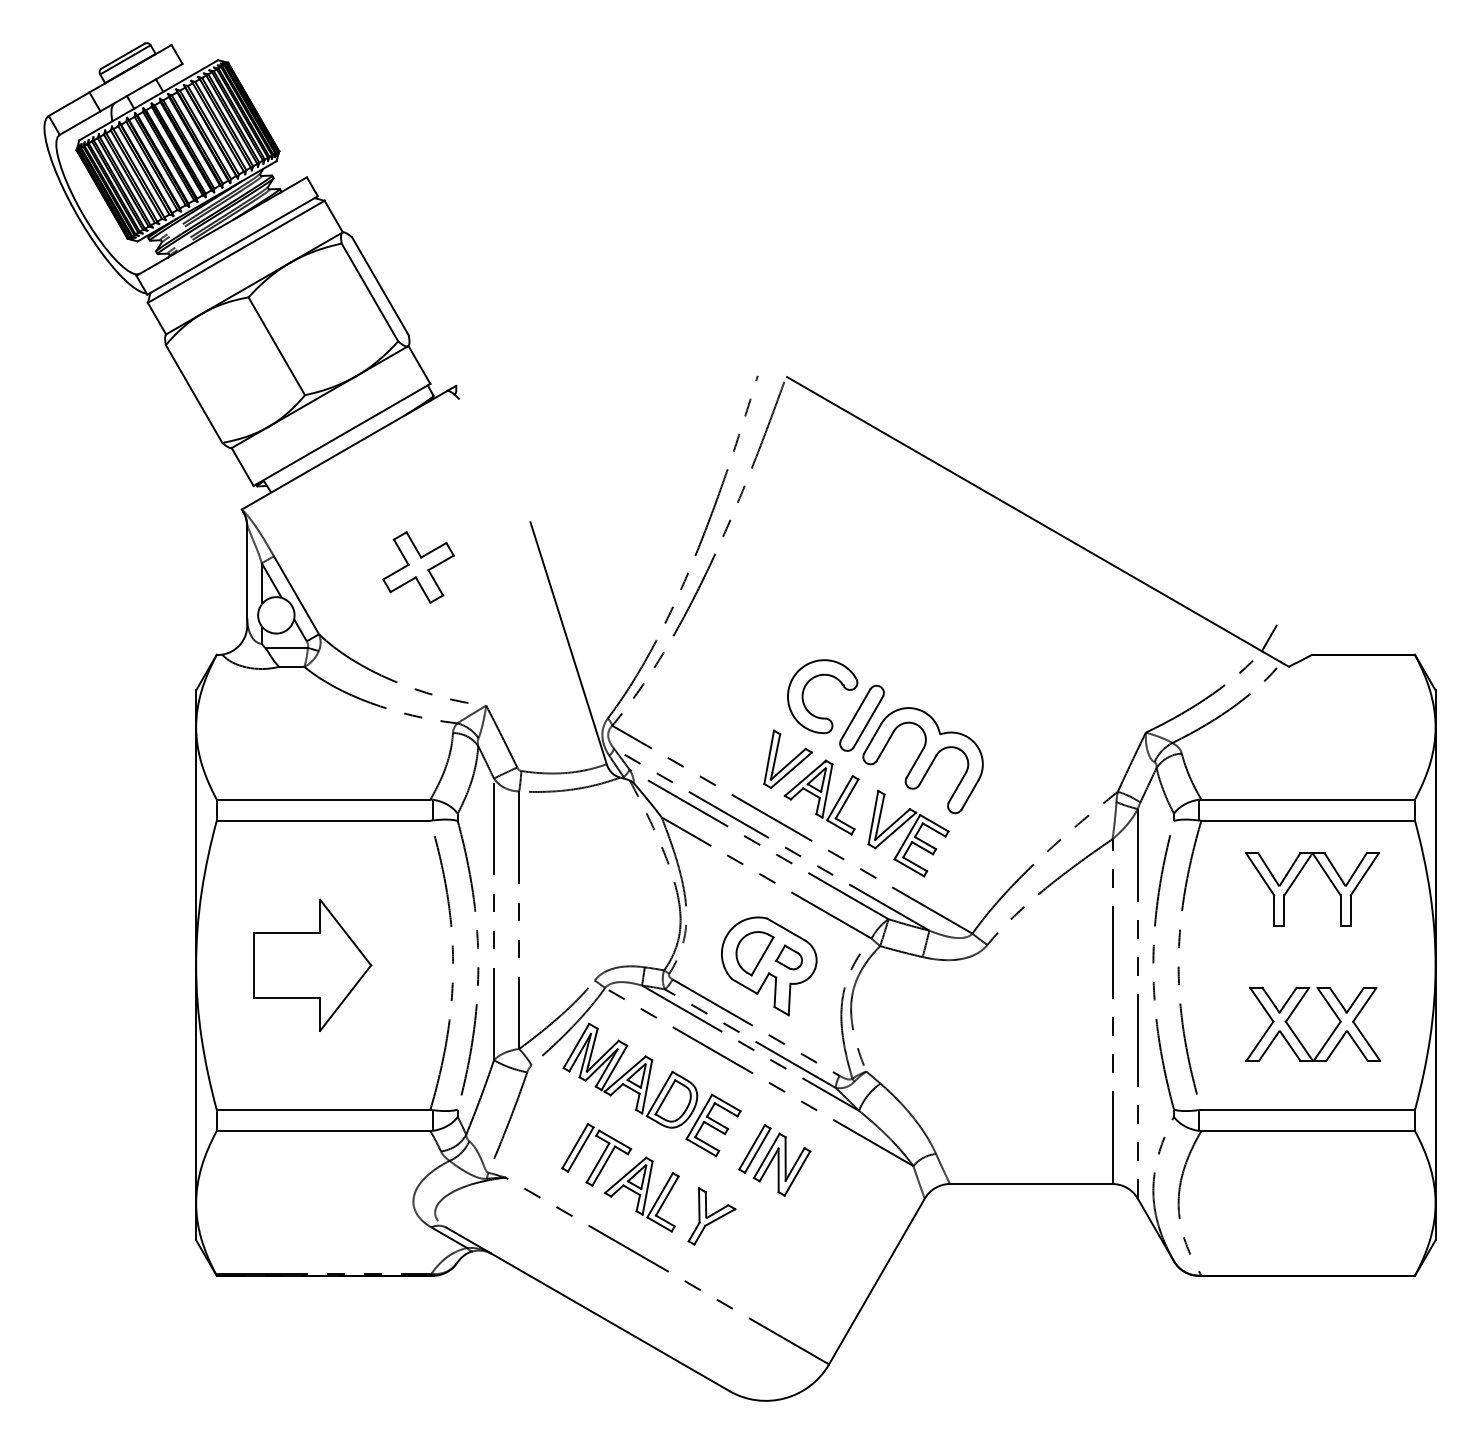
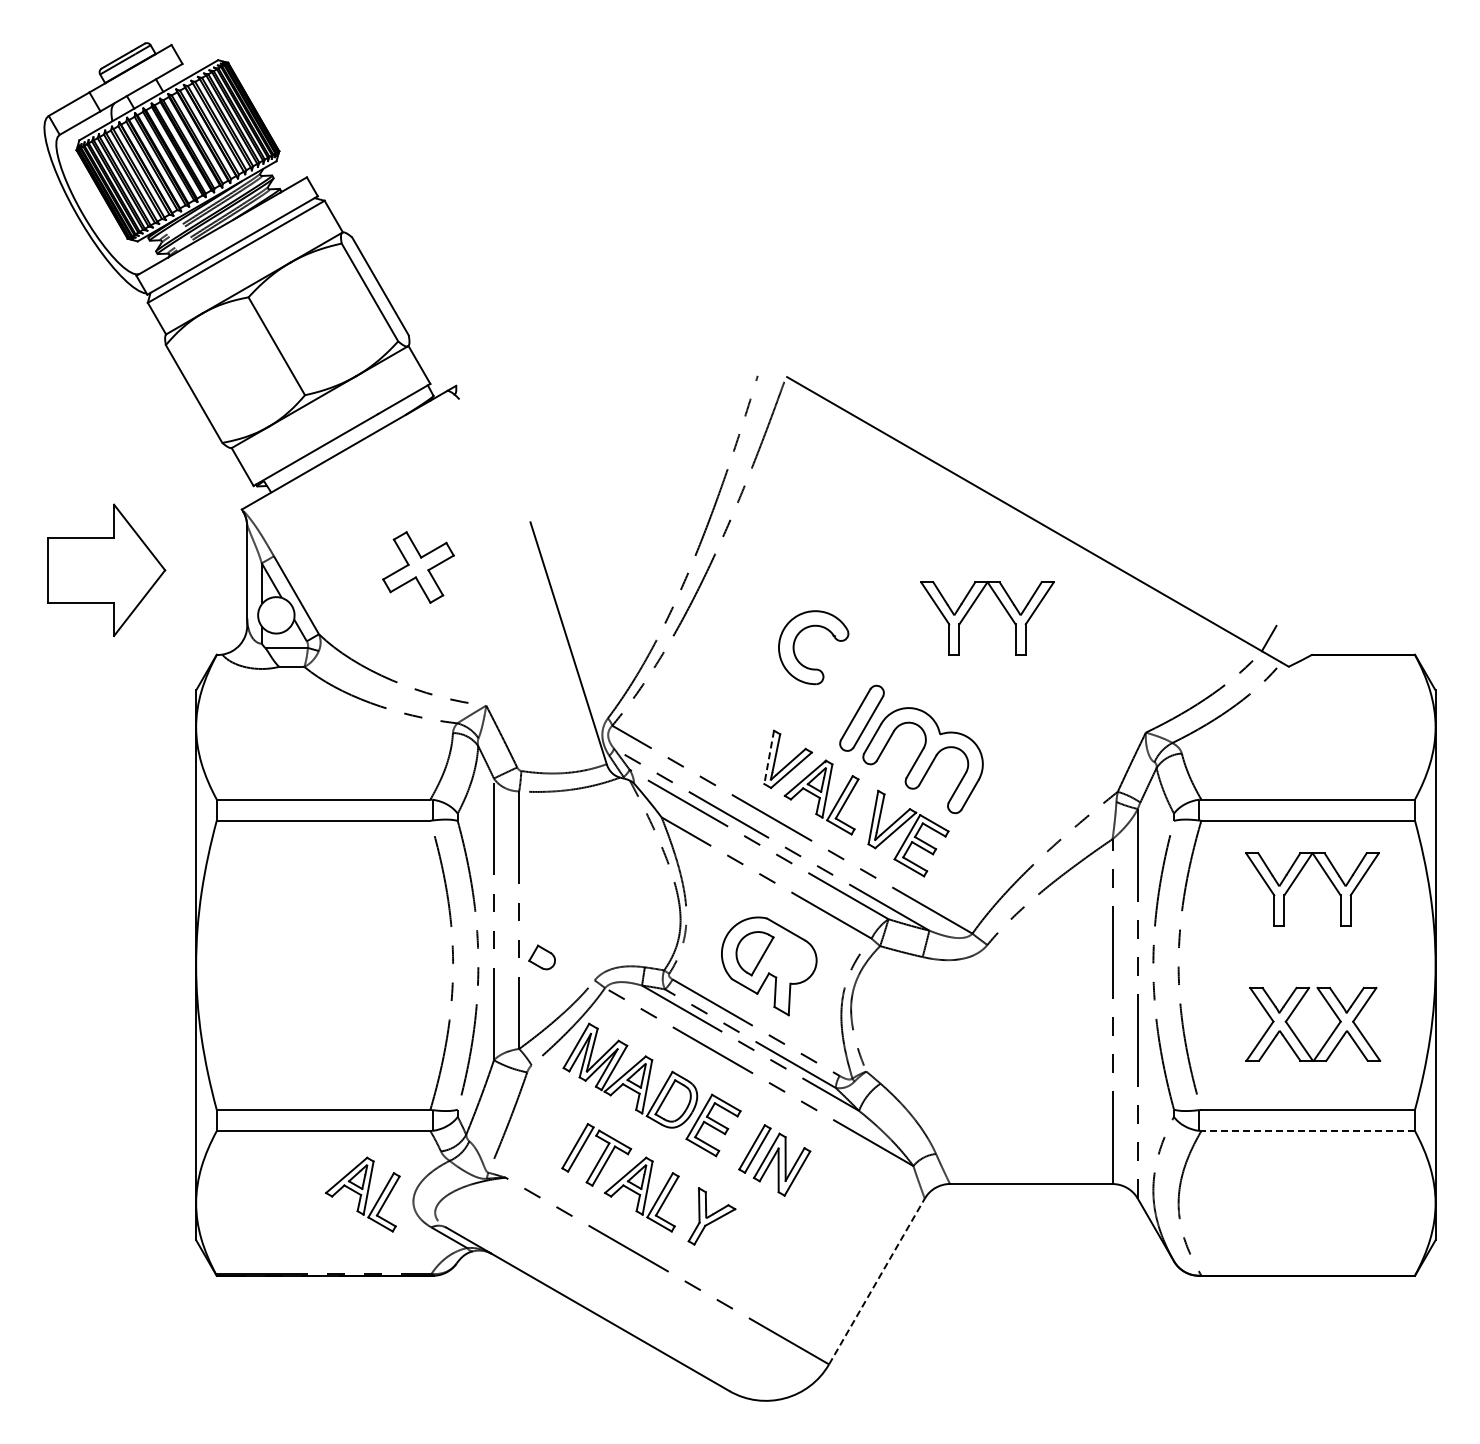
part at (971, 608): none -> present
part at (804, 691) position: (804, 691) -> (795, 642)
line at (769, 757): solid -> dashed
part at (788, 957) position: (788, 957) -> (541, 957)
part at (312, 964) position: (312, 964) -> (106, 569)
line at (1308, 1131): solid -> dashed
part at (362, 1194): none -> present
line at (876, 1281): solid -> dashed
